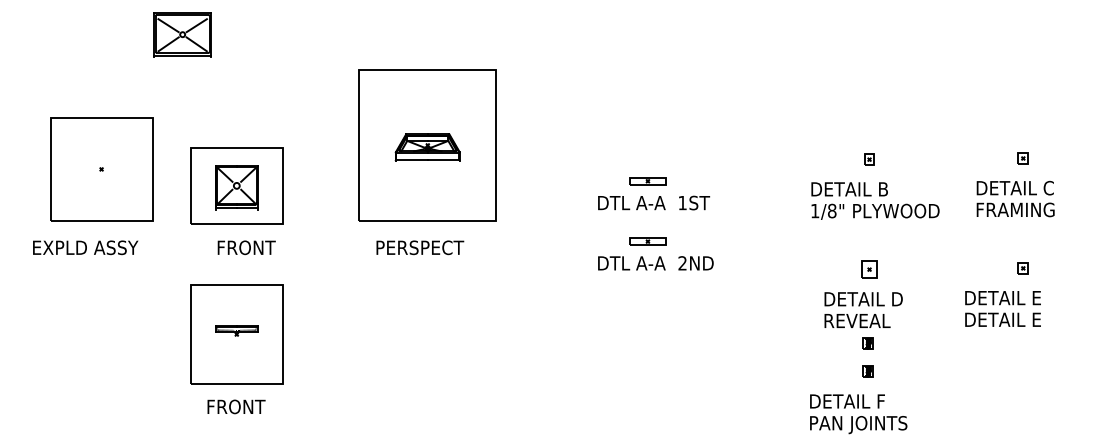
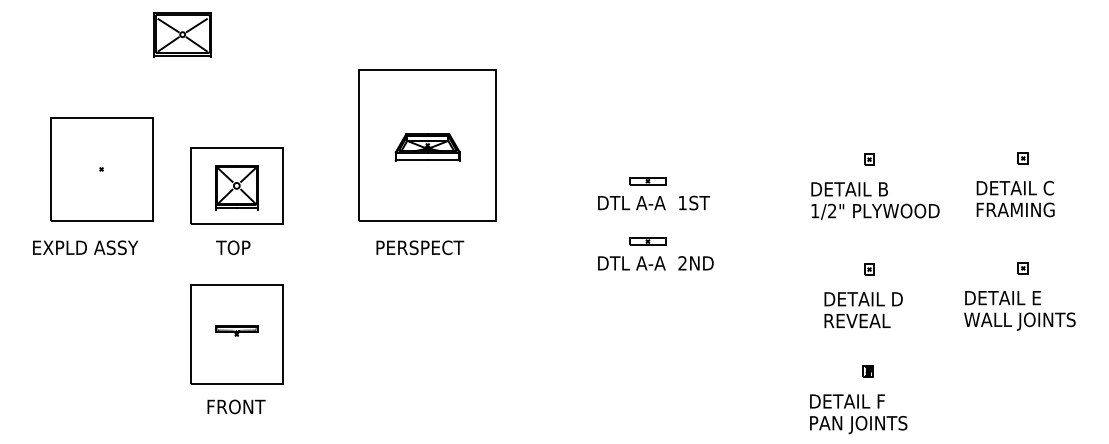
text at (832, 210): 1/8" -> 1/2"
text at (245, 247): FRONT -> TOP
part at (869, 269) size: 17x19 px -> 11x13 px
text at (1019, 321): DETAIL E -> WALL JOINTS
part at (867, 343): present -> none
